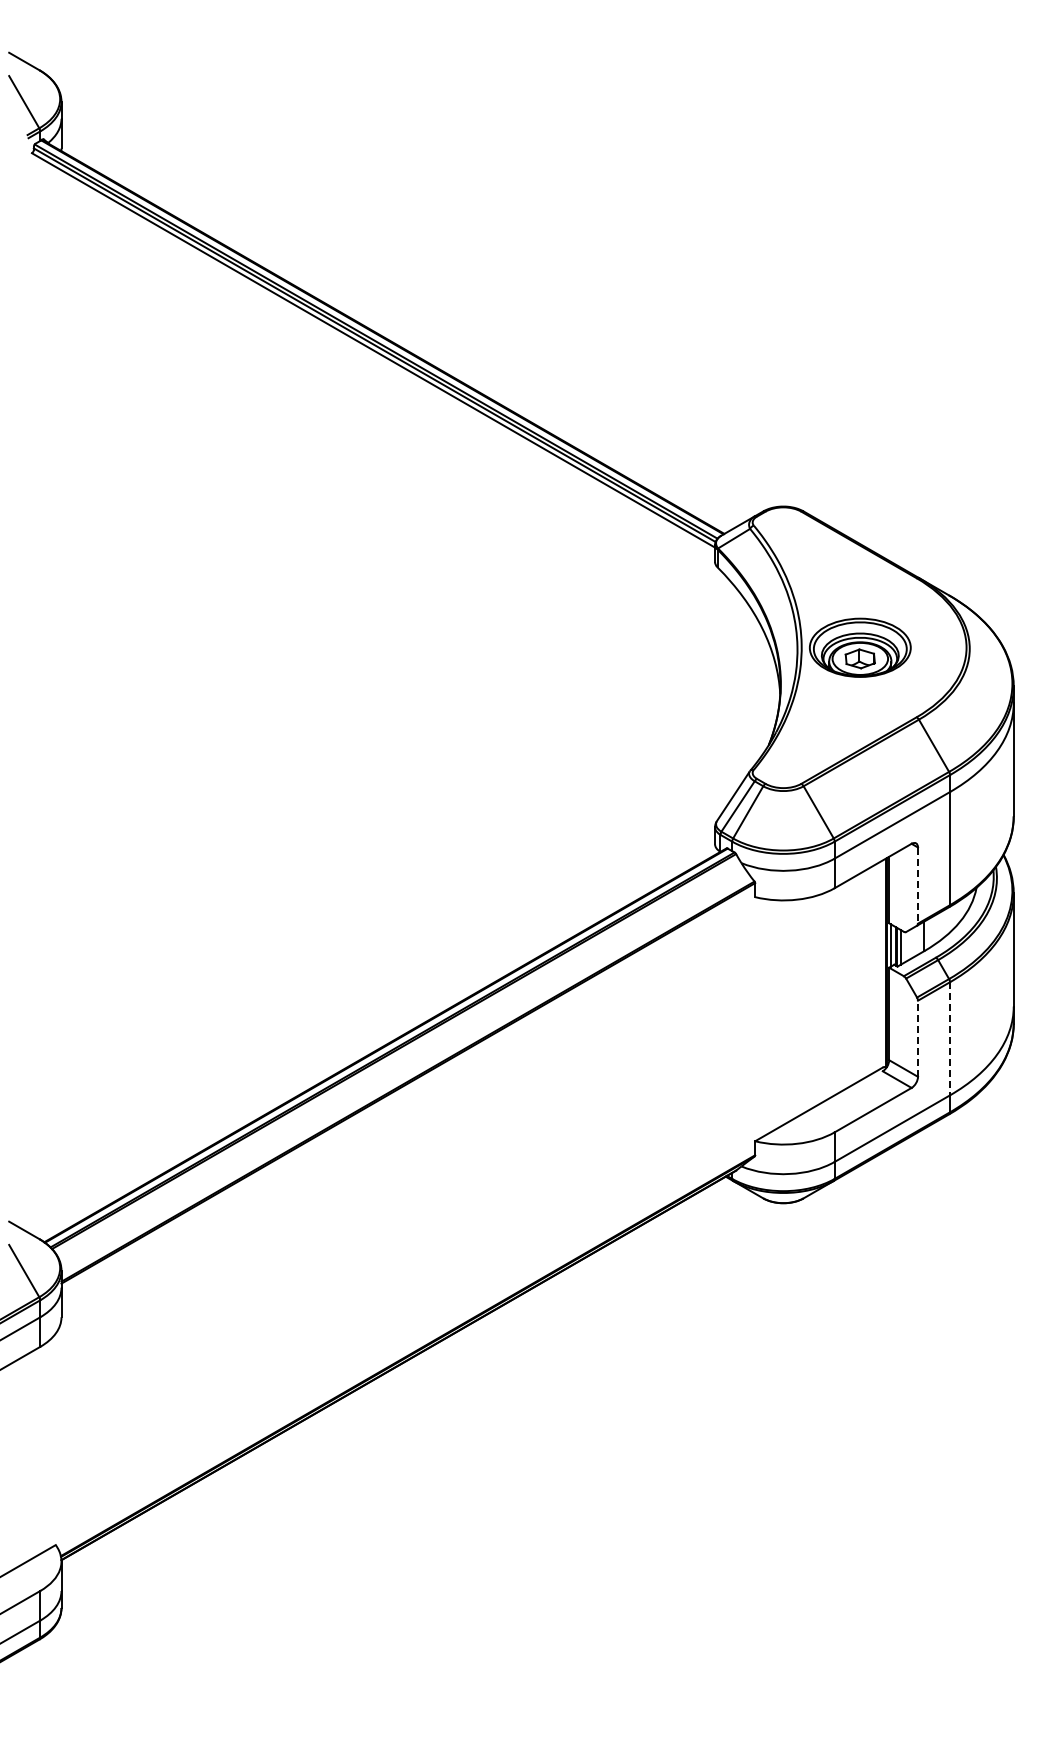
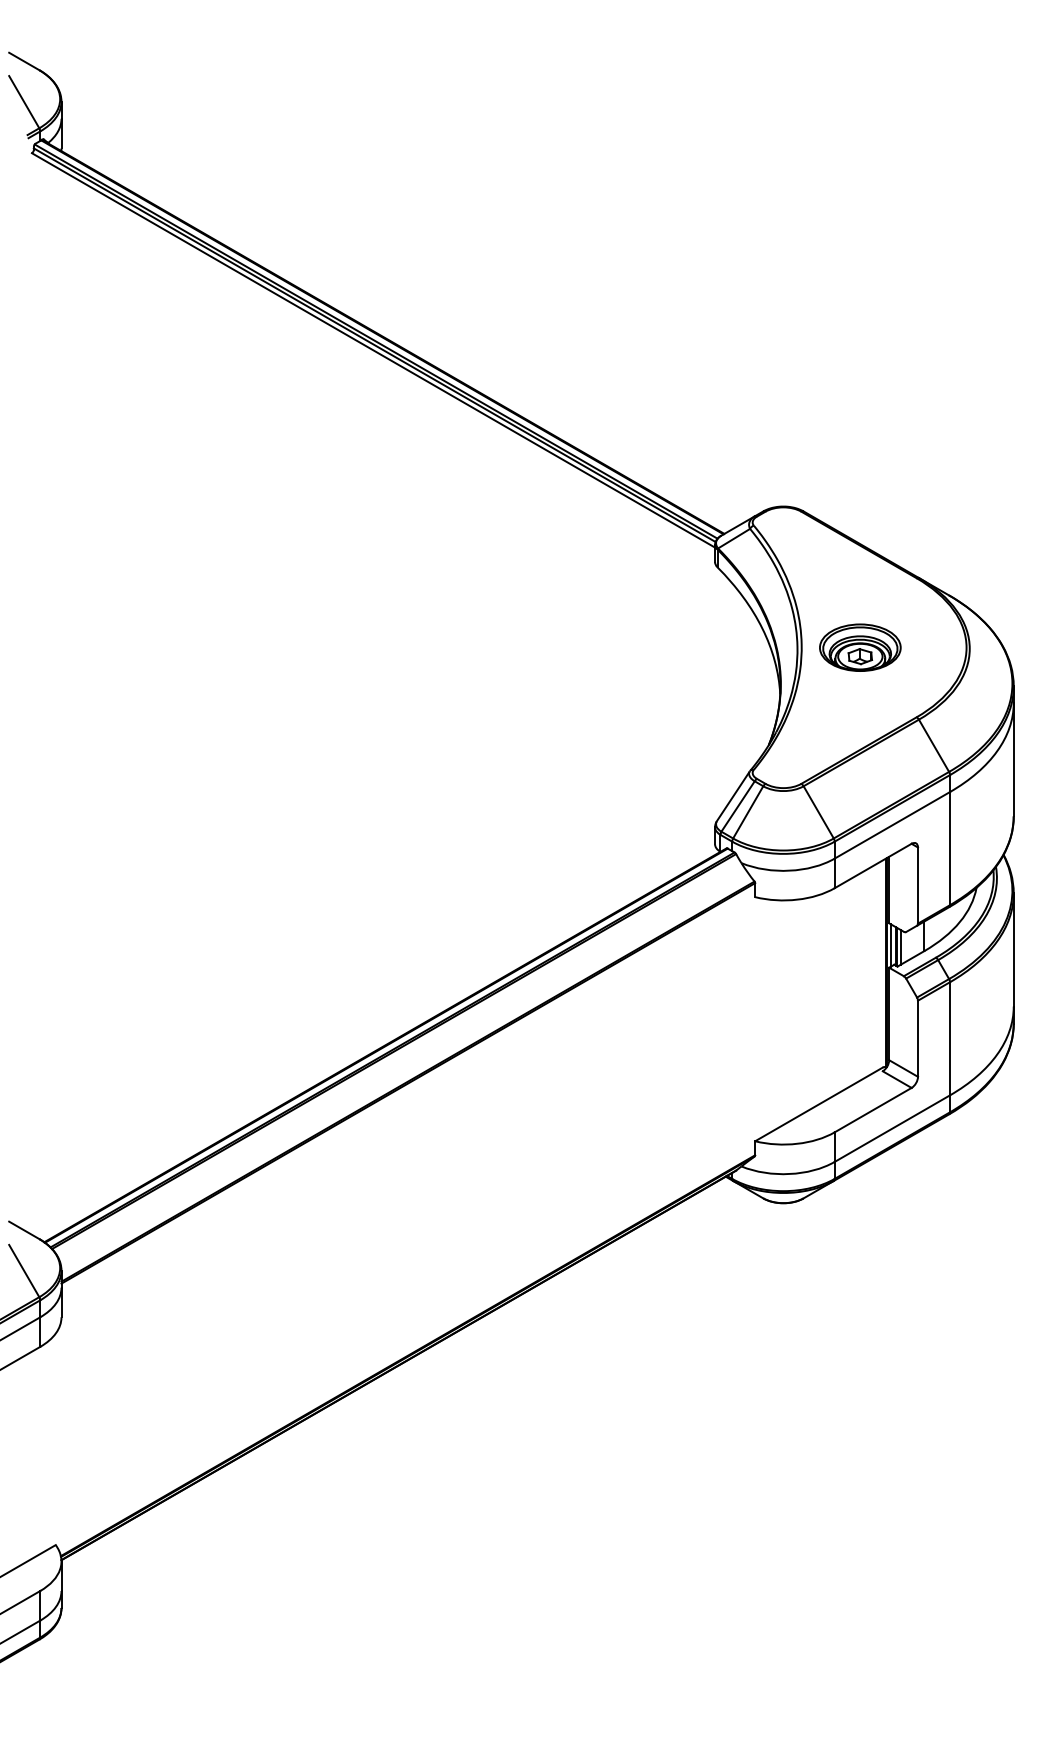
part at (860, 647) size: 103x61 px -> 83x49 px
line at (918, 886): dashed -> solid
line at (918, 1038): dashed -> solid
line at (950, 1038): dashed -> solid
